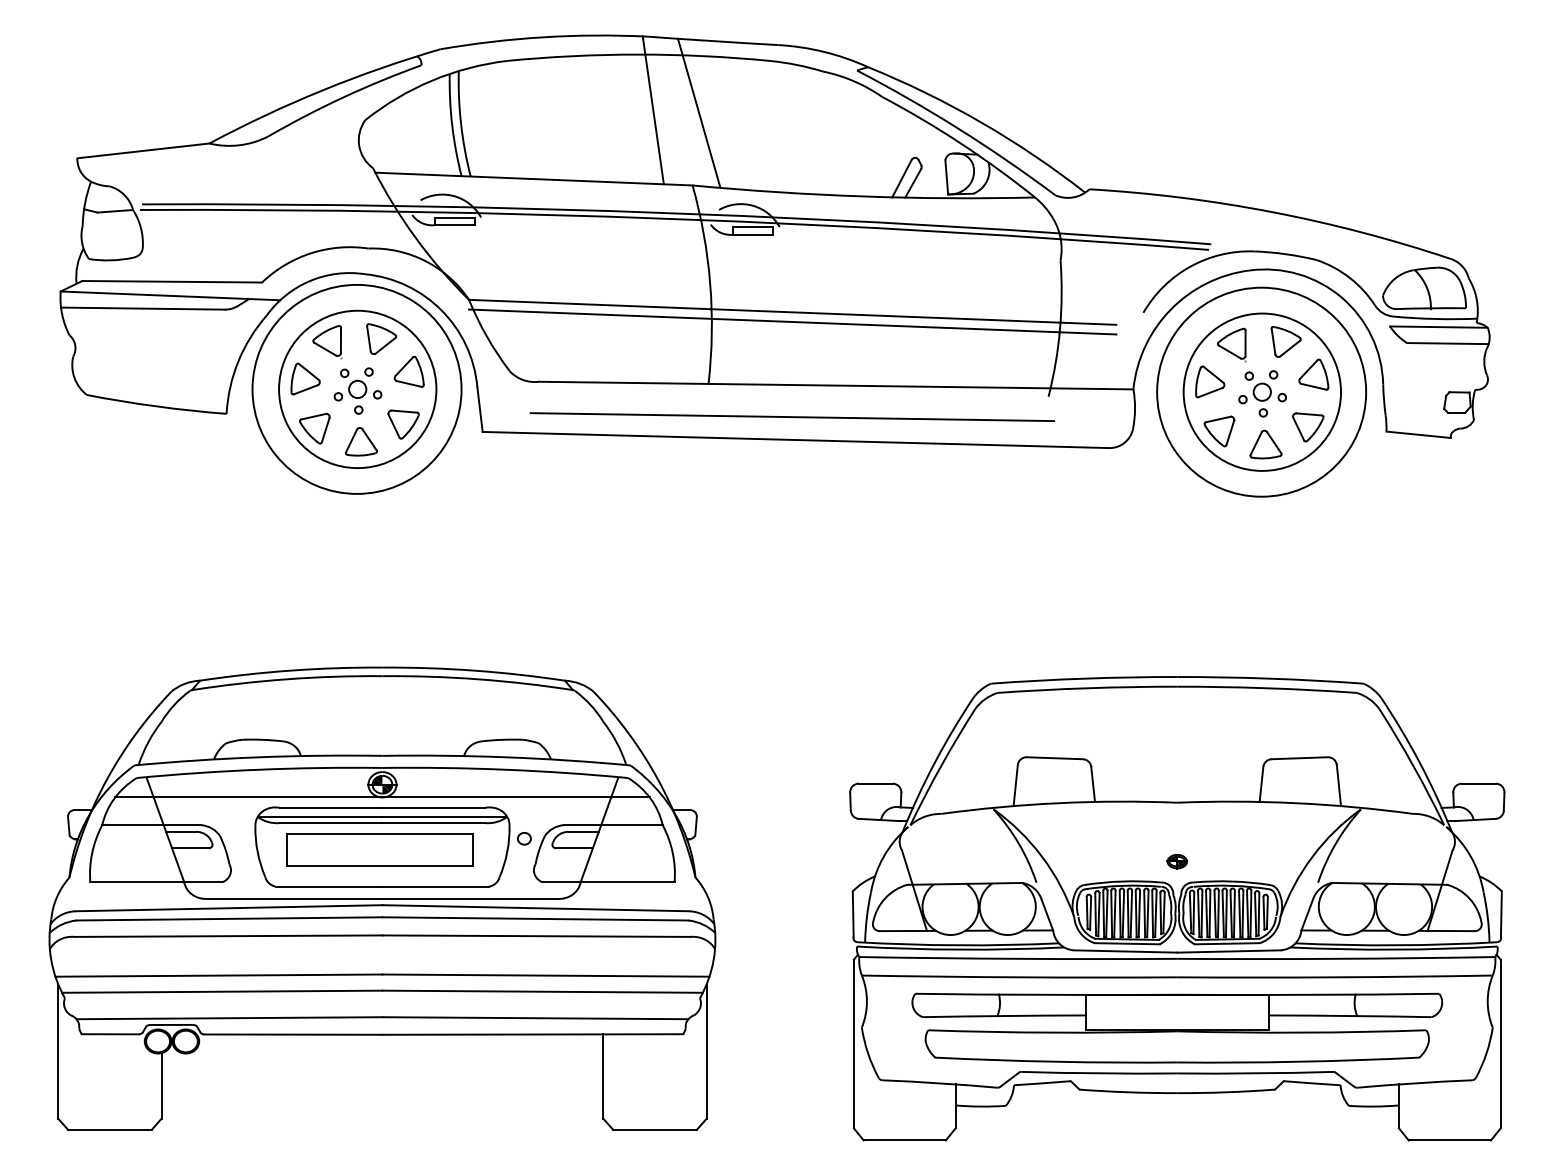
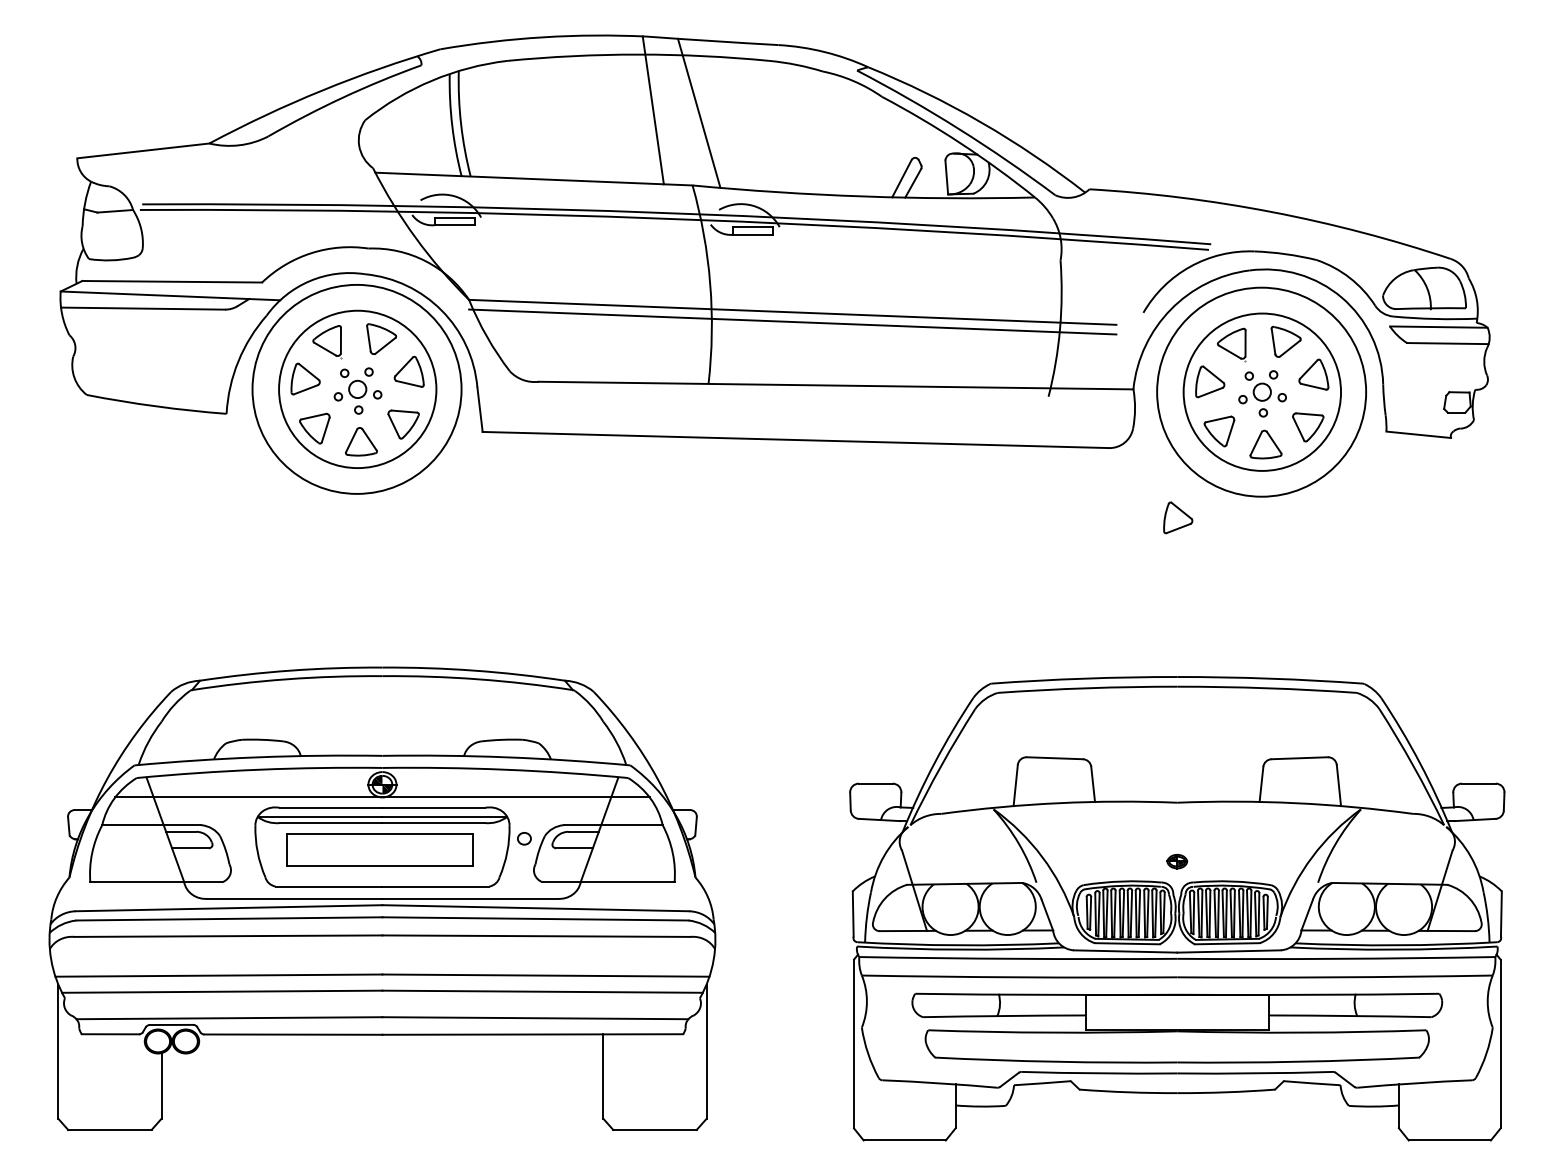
line at (792, 417): present -> none
part at (1178, 517): none -> present
